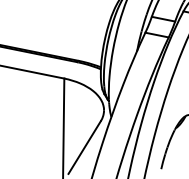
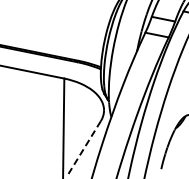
line at (84, 147): solid -> dashed
